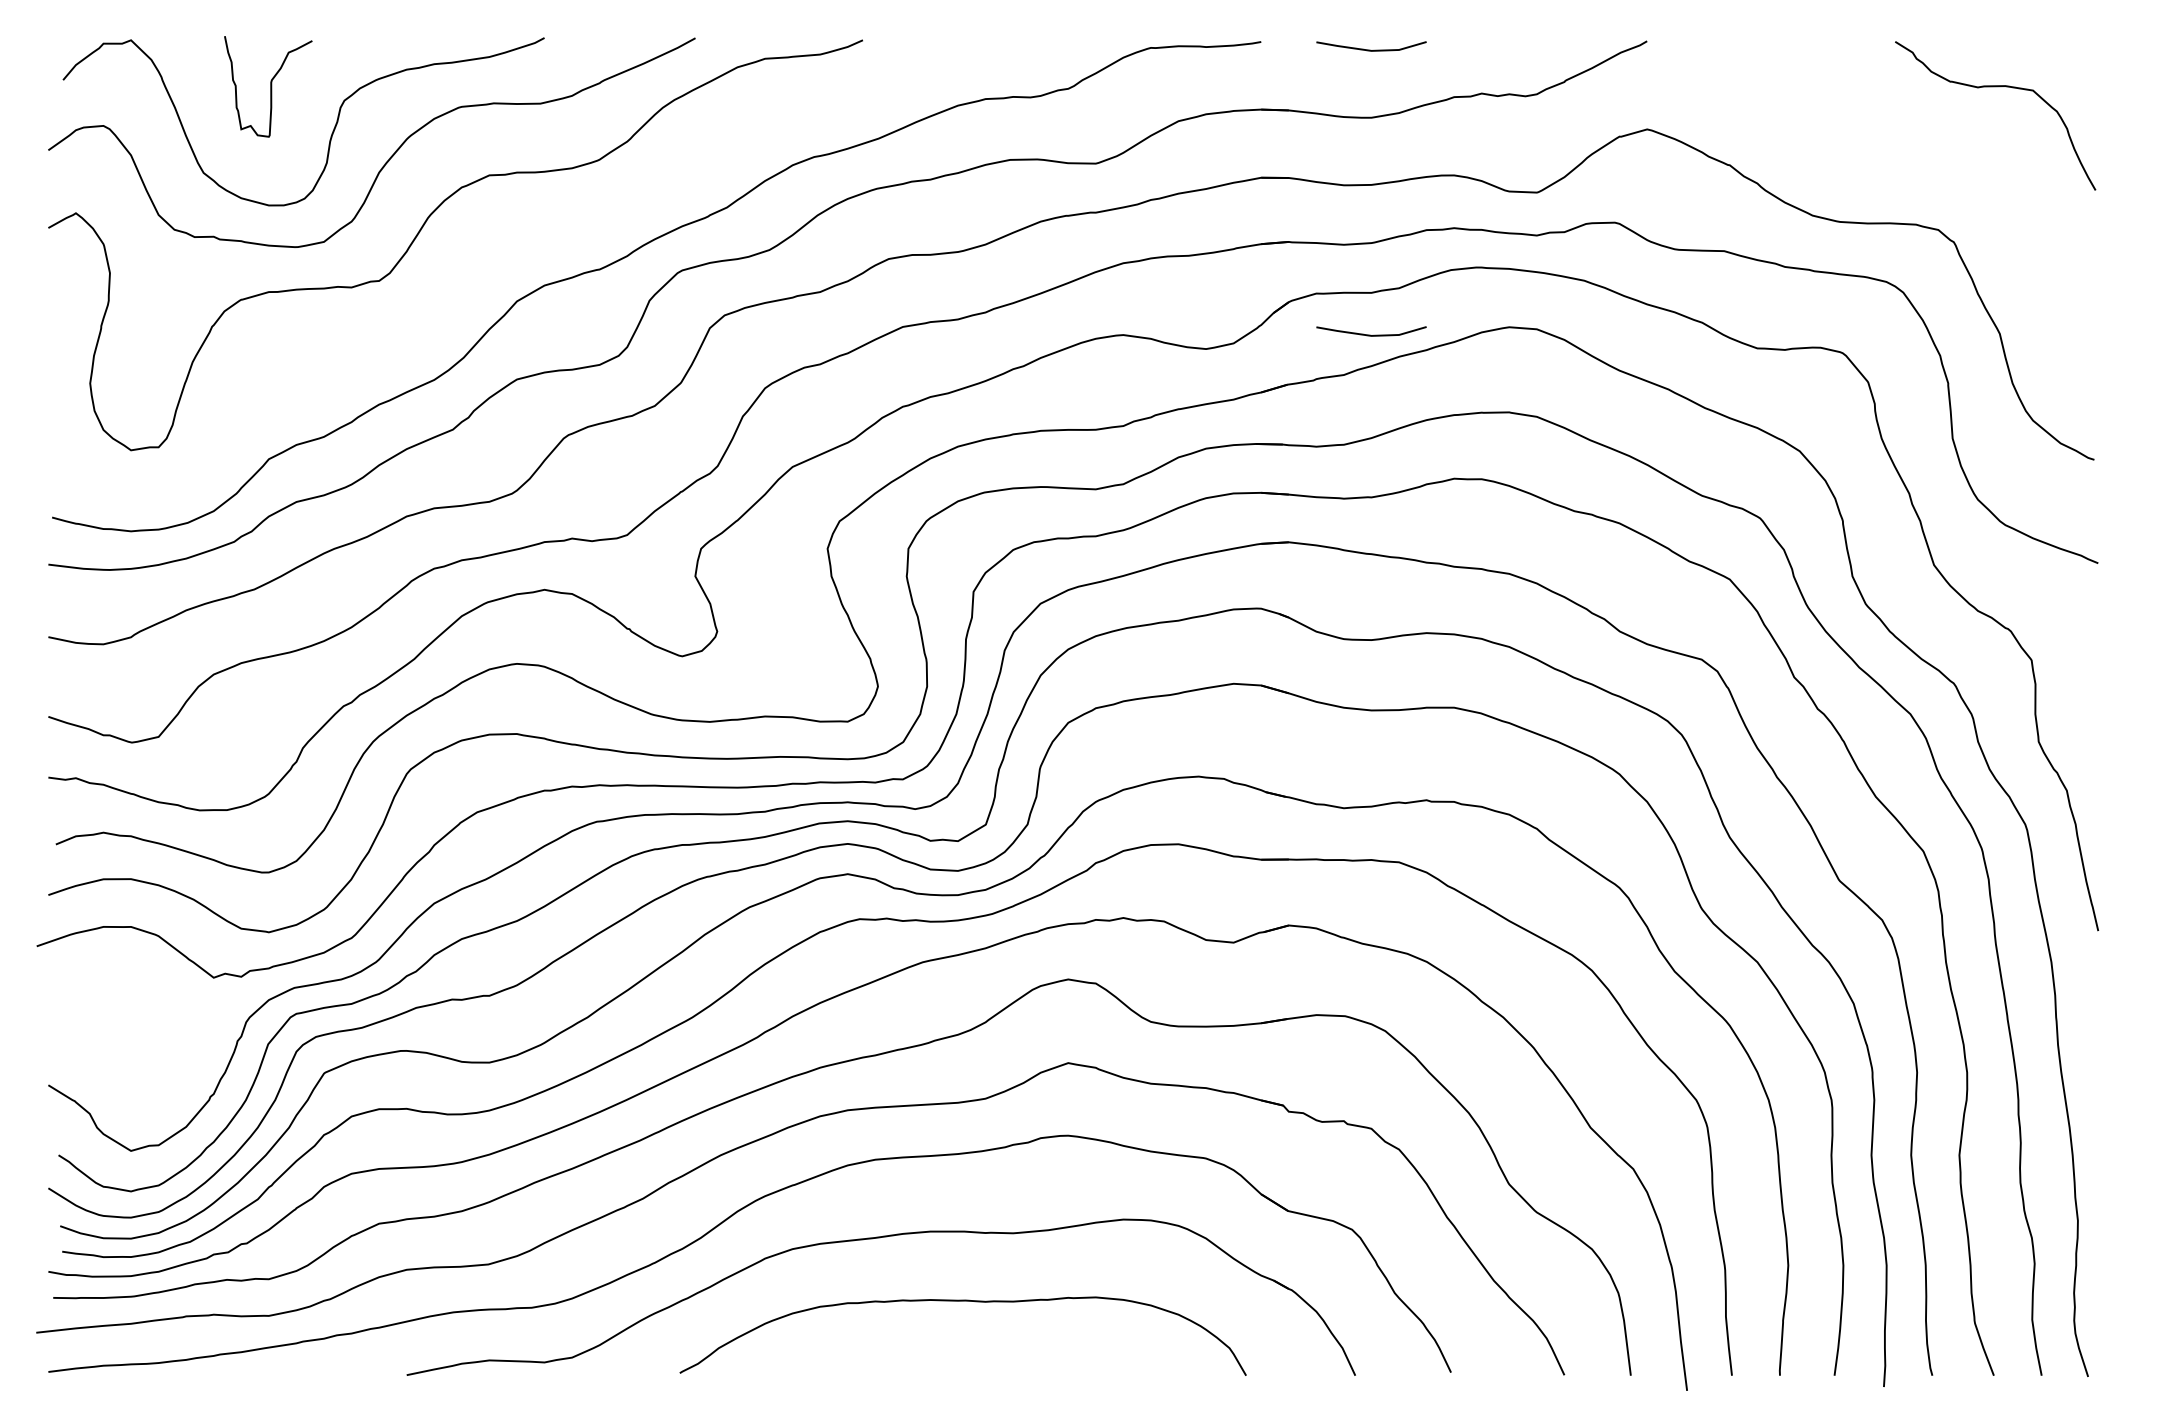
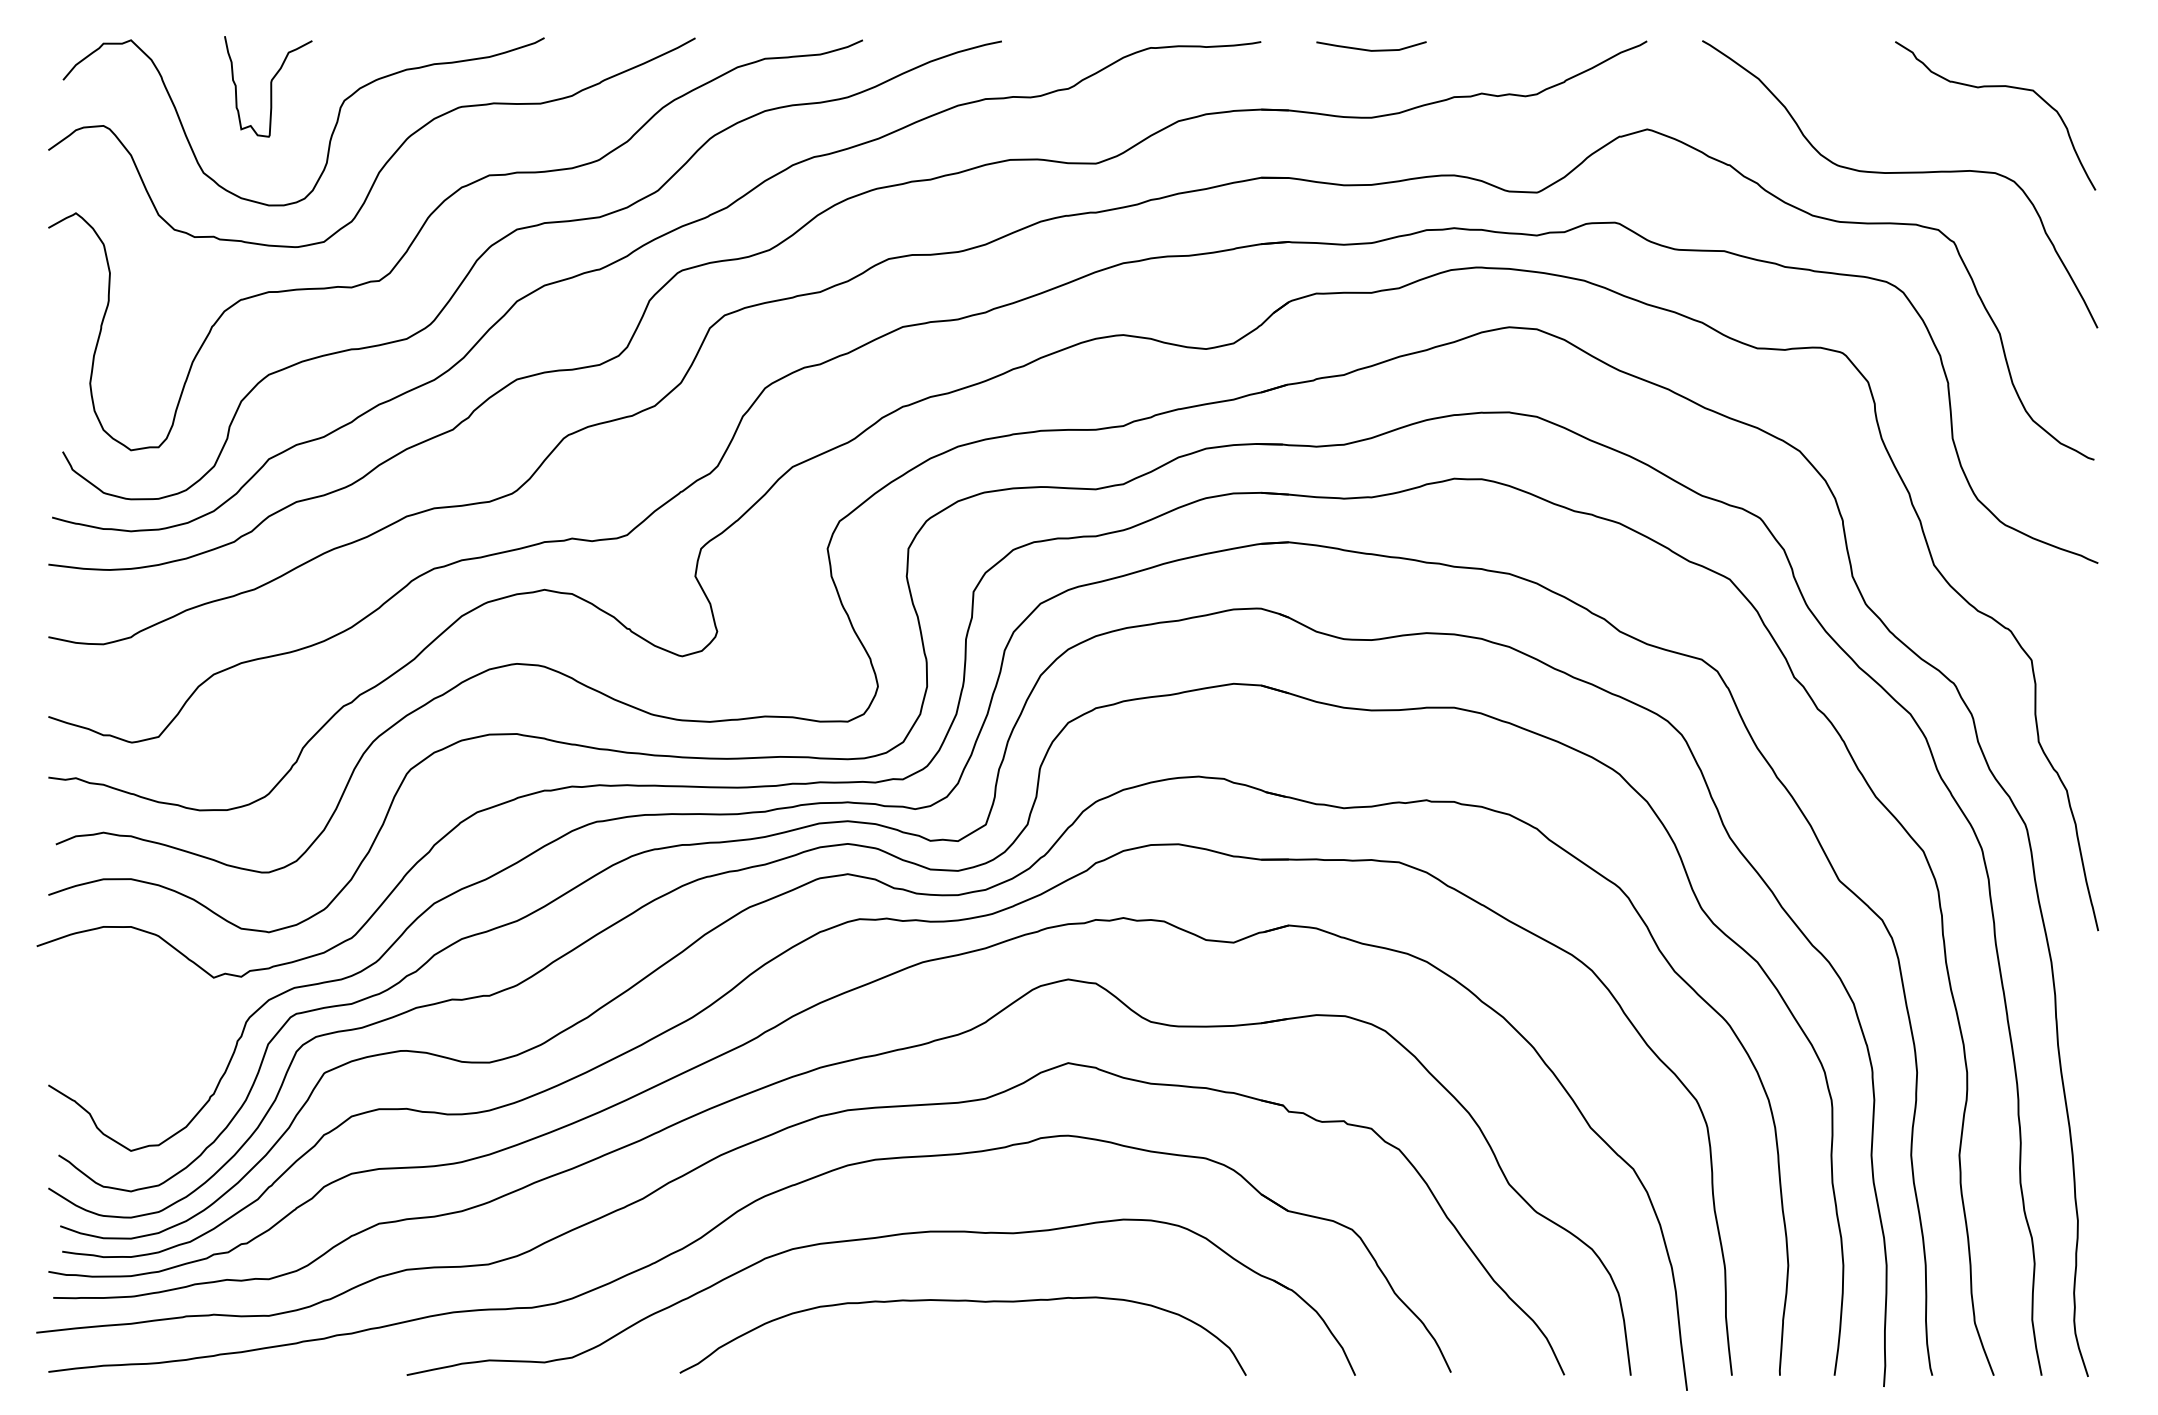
curve at (1900, 173): none -> present
curve at (511, 234): none -> present
line at (1370, 334): present -> none
